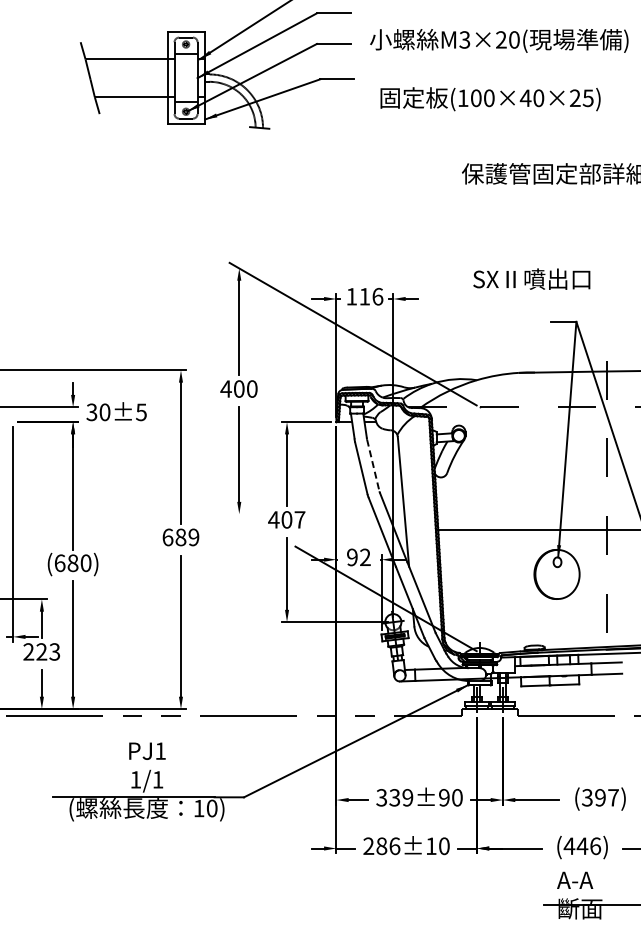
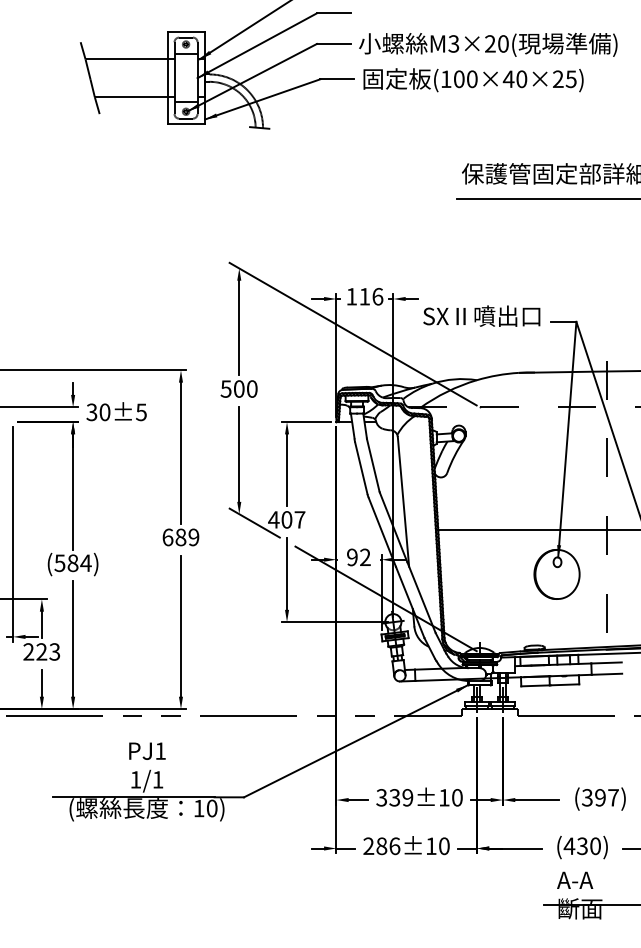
text at (499, 40) position: (499, 40) -> (488, 44)
text at (490, 99) position: (490, 99) -> (473, 80)
line at (546, 198): none -> present
text at (531, 278) position: (531, 278) -> (481, 315)
text at (225, 388): 400 -> 500
line at (373, 465): dashed -> solid
line at (254, 522): none -> present
text at (72, 563): (680) -> (584)
text at (444, 797): 339±90 -> 339±10
text at (588, 846): (446) -> (430)
